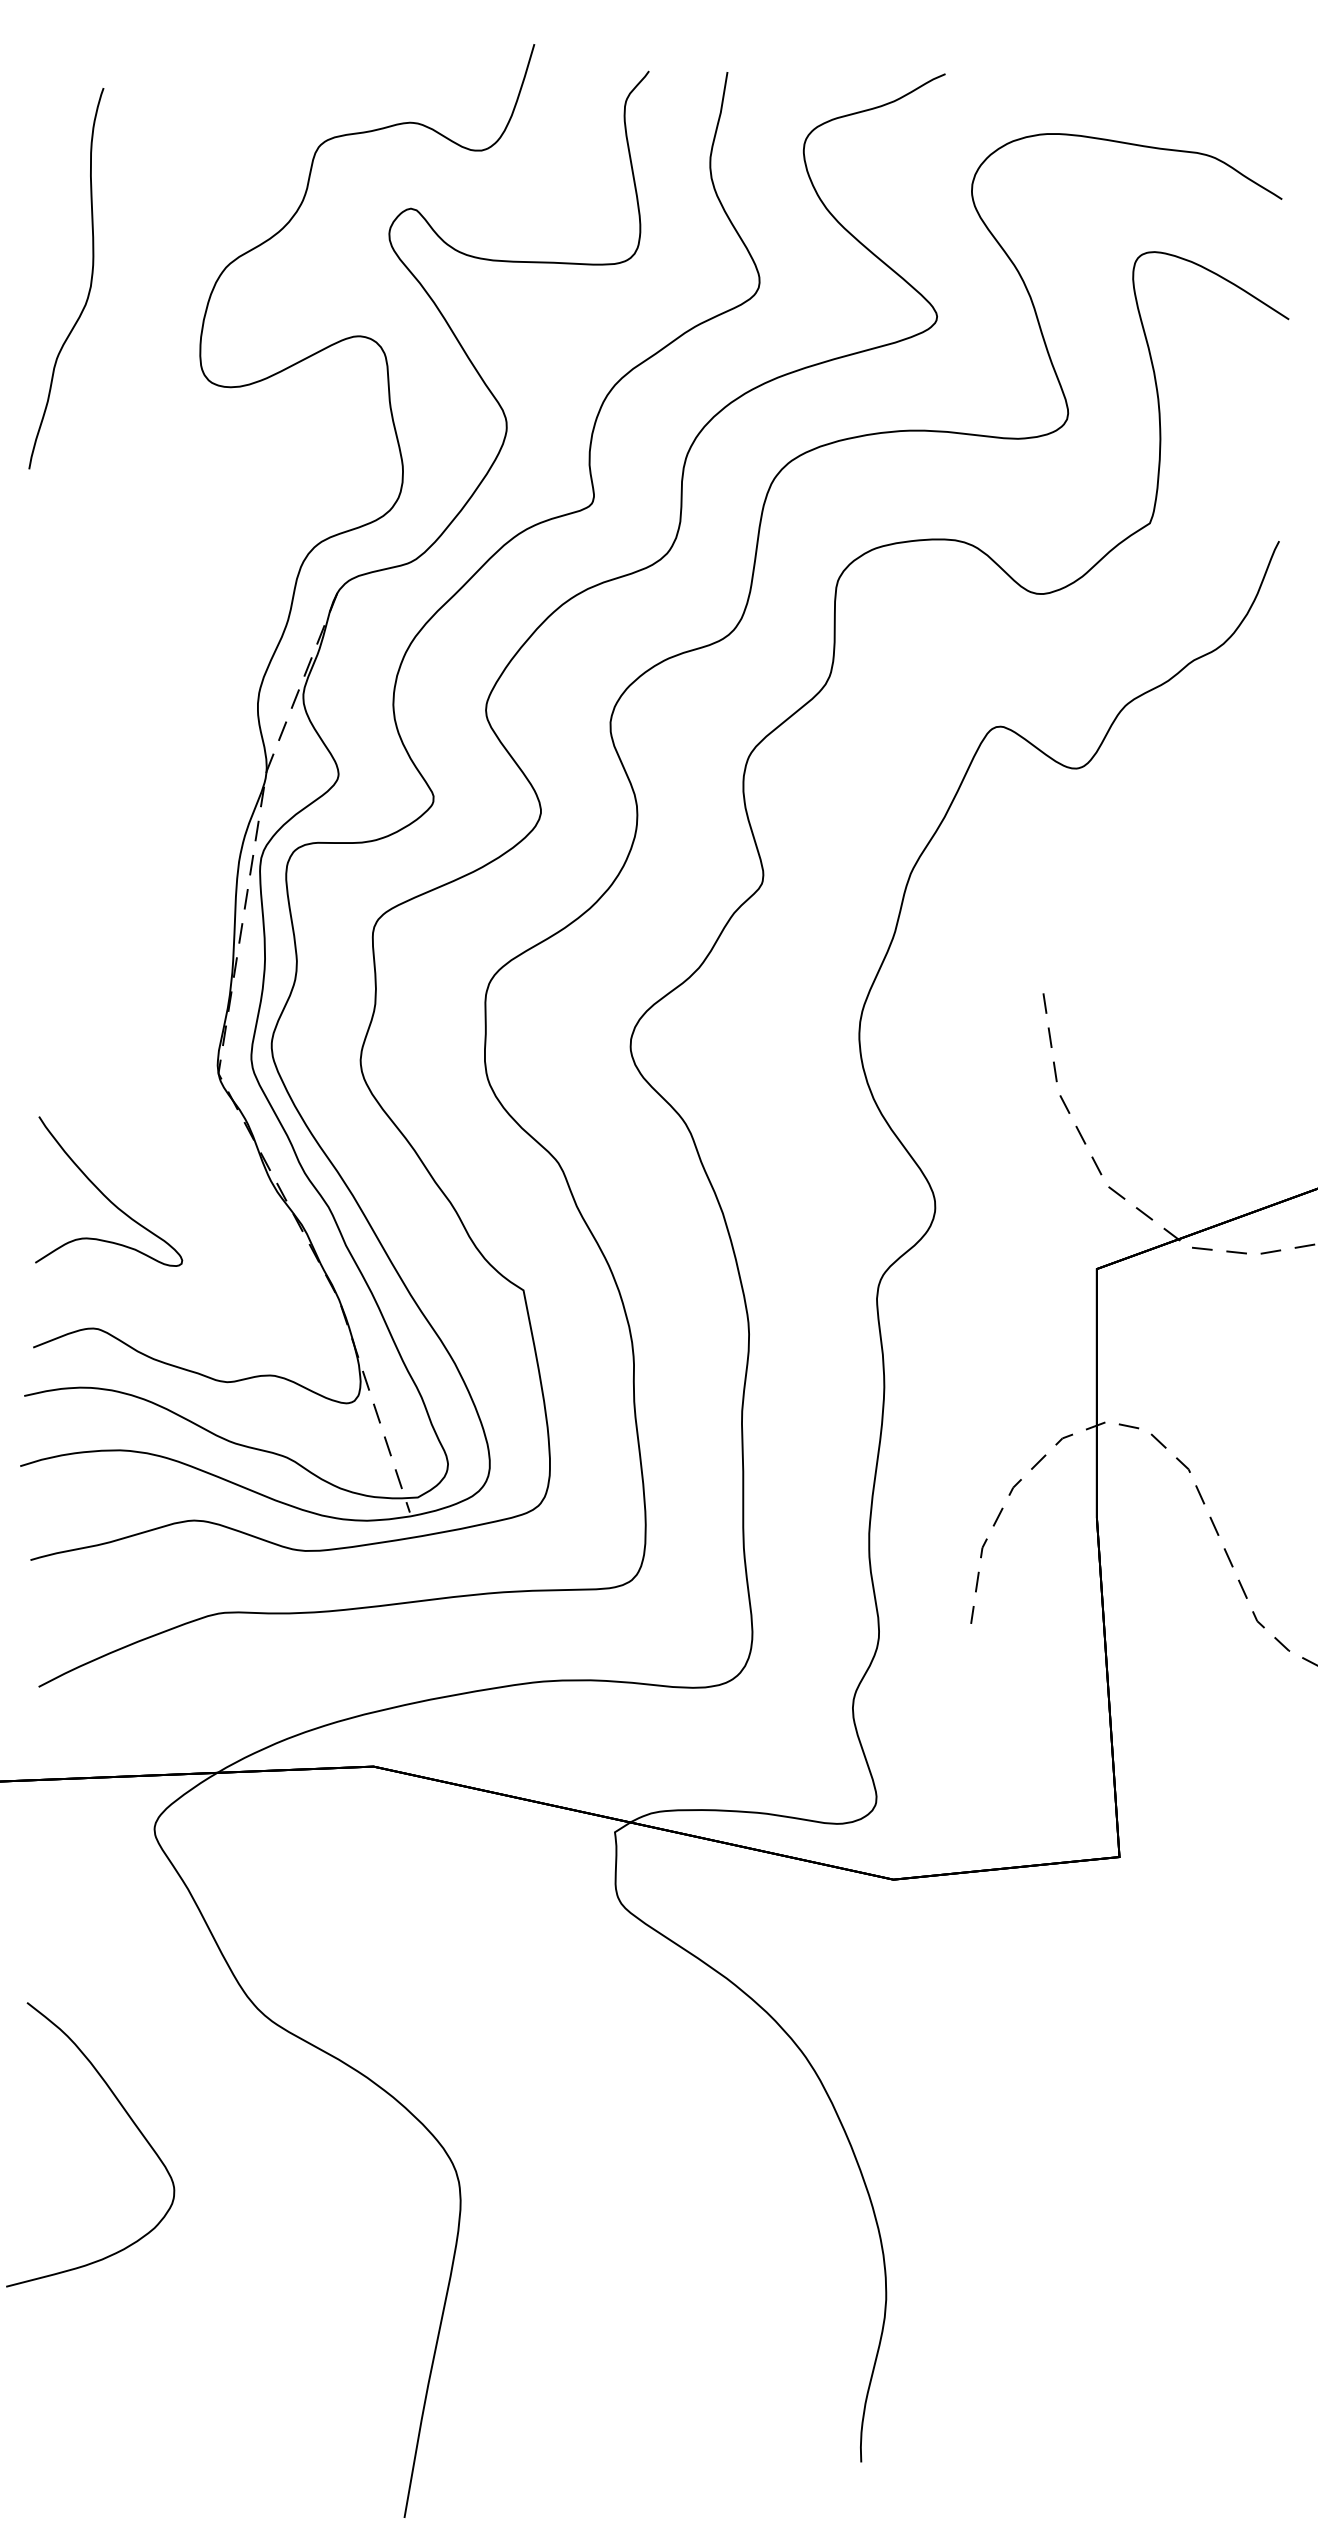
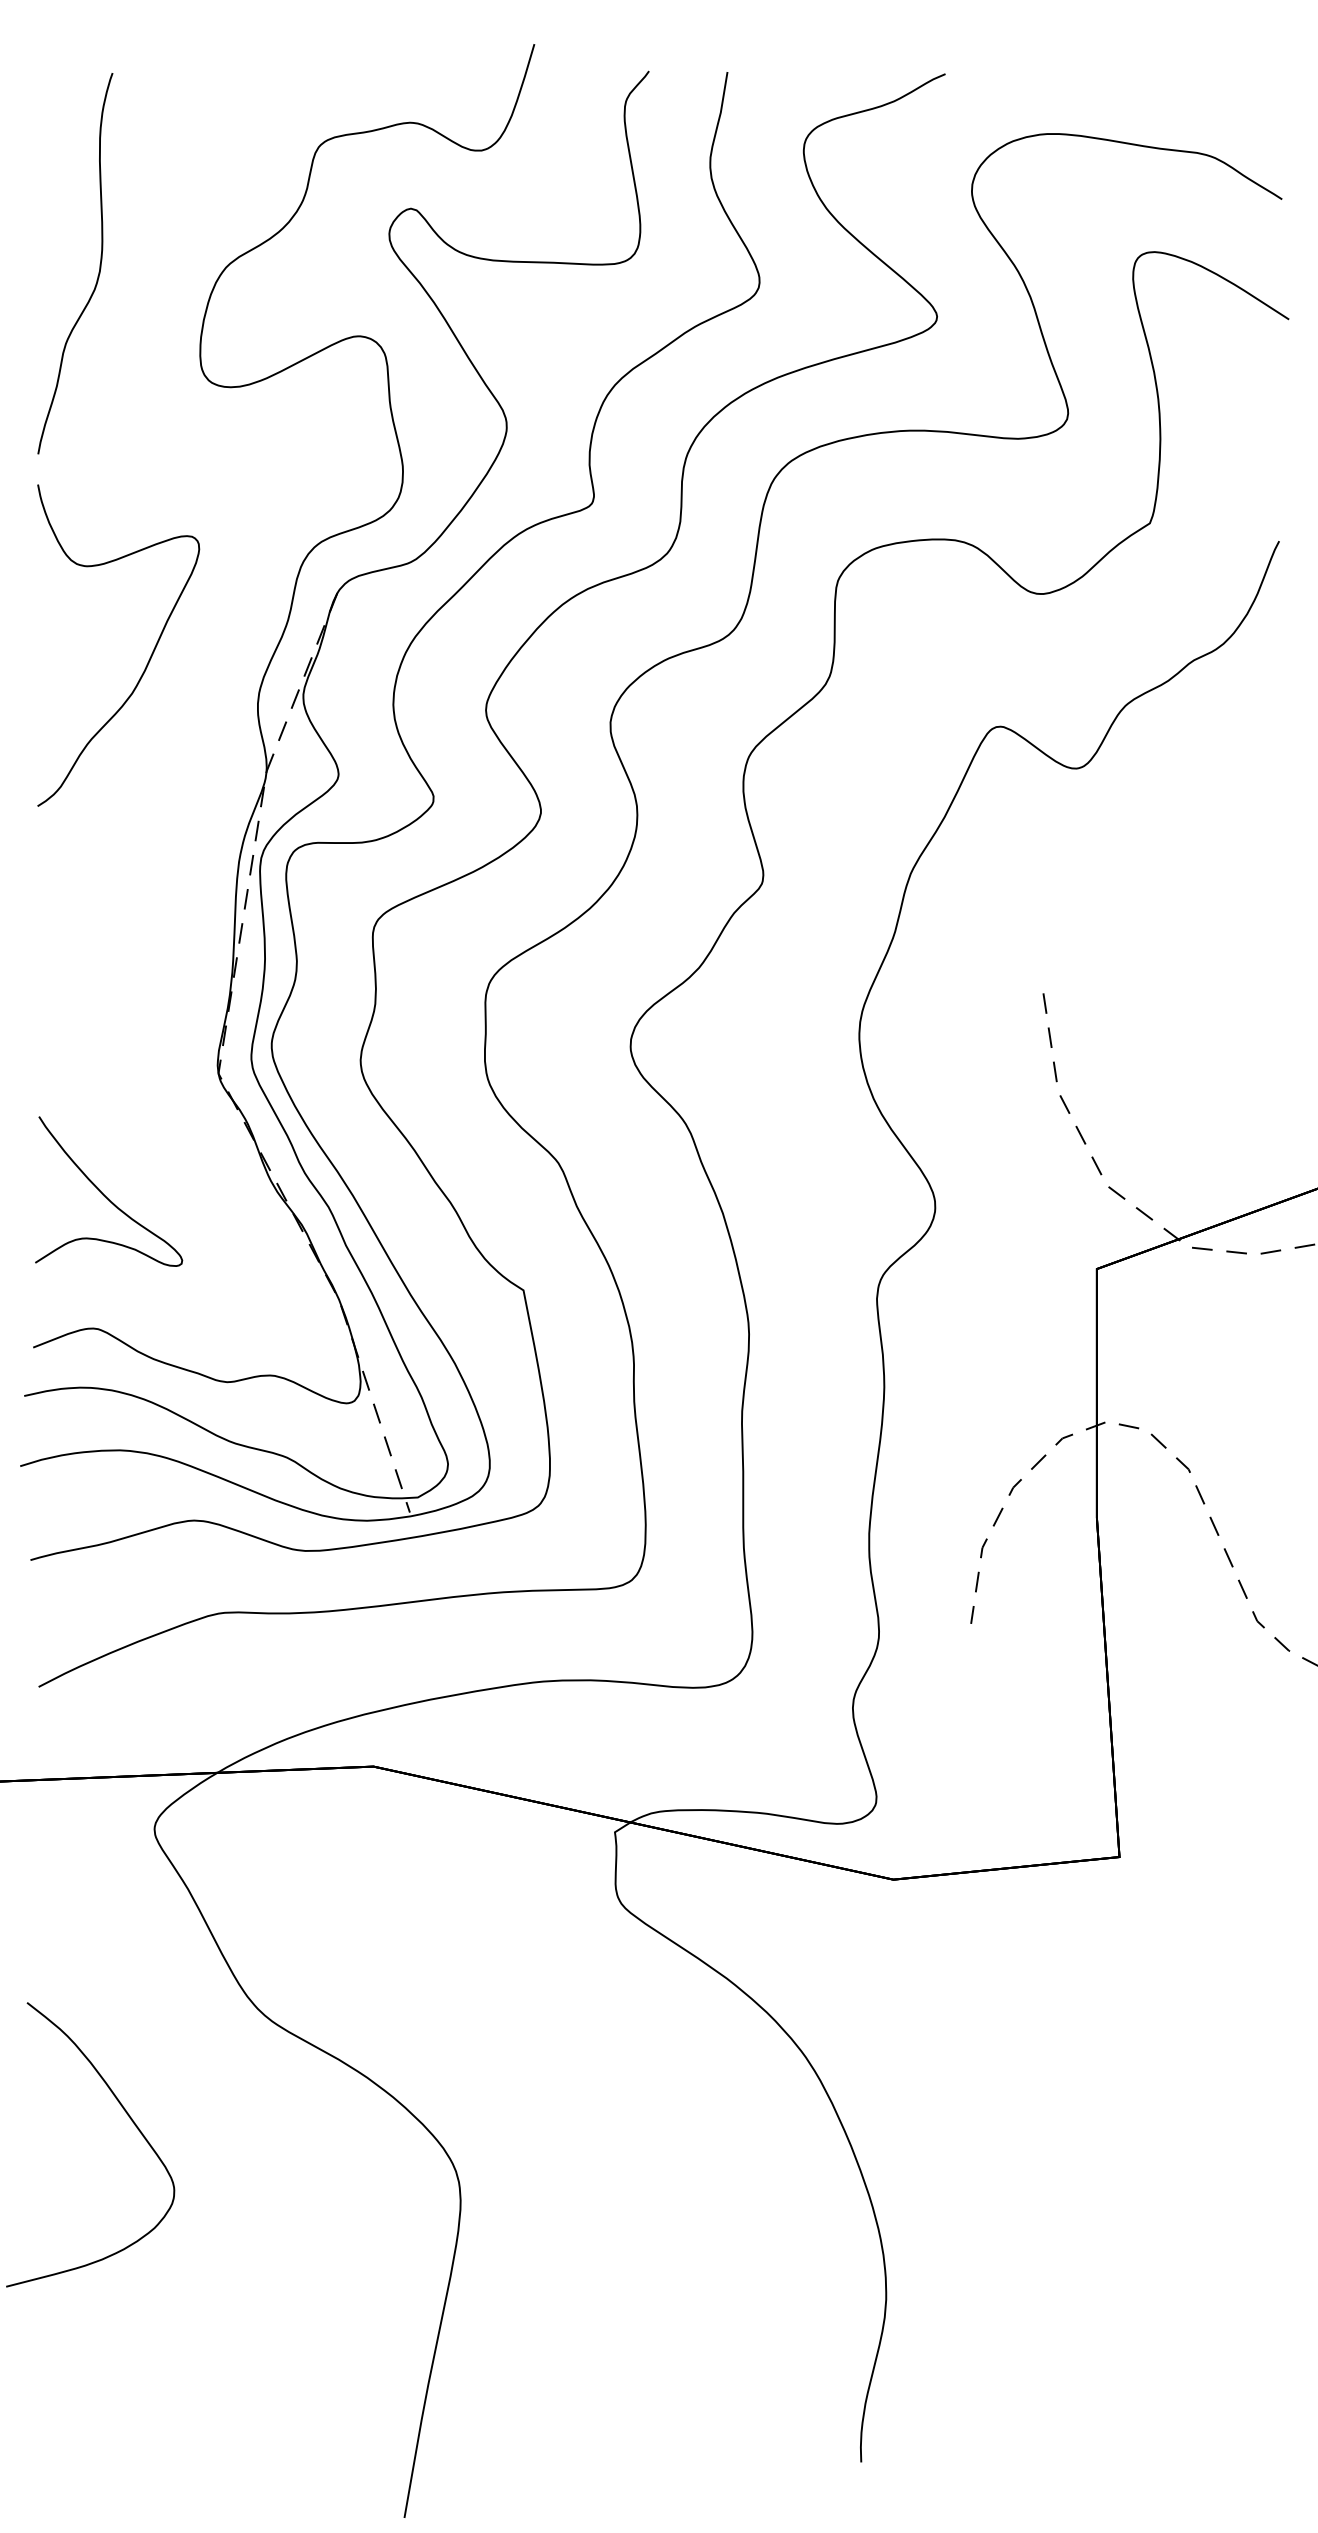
curve at (90, 279) position: (90, 279) -> (99, 264)
curve at (149, 657): none -> present
